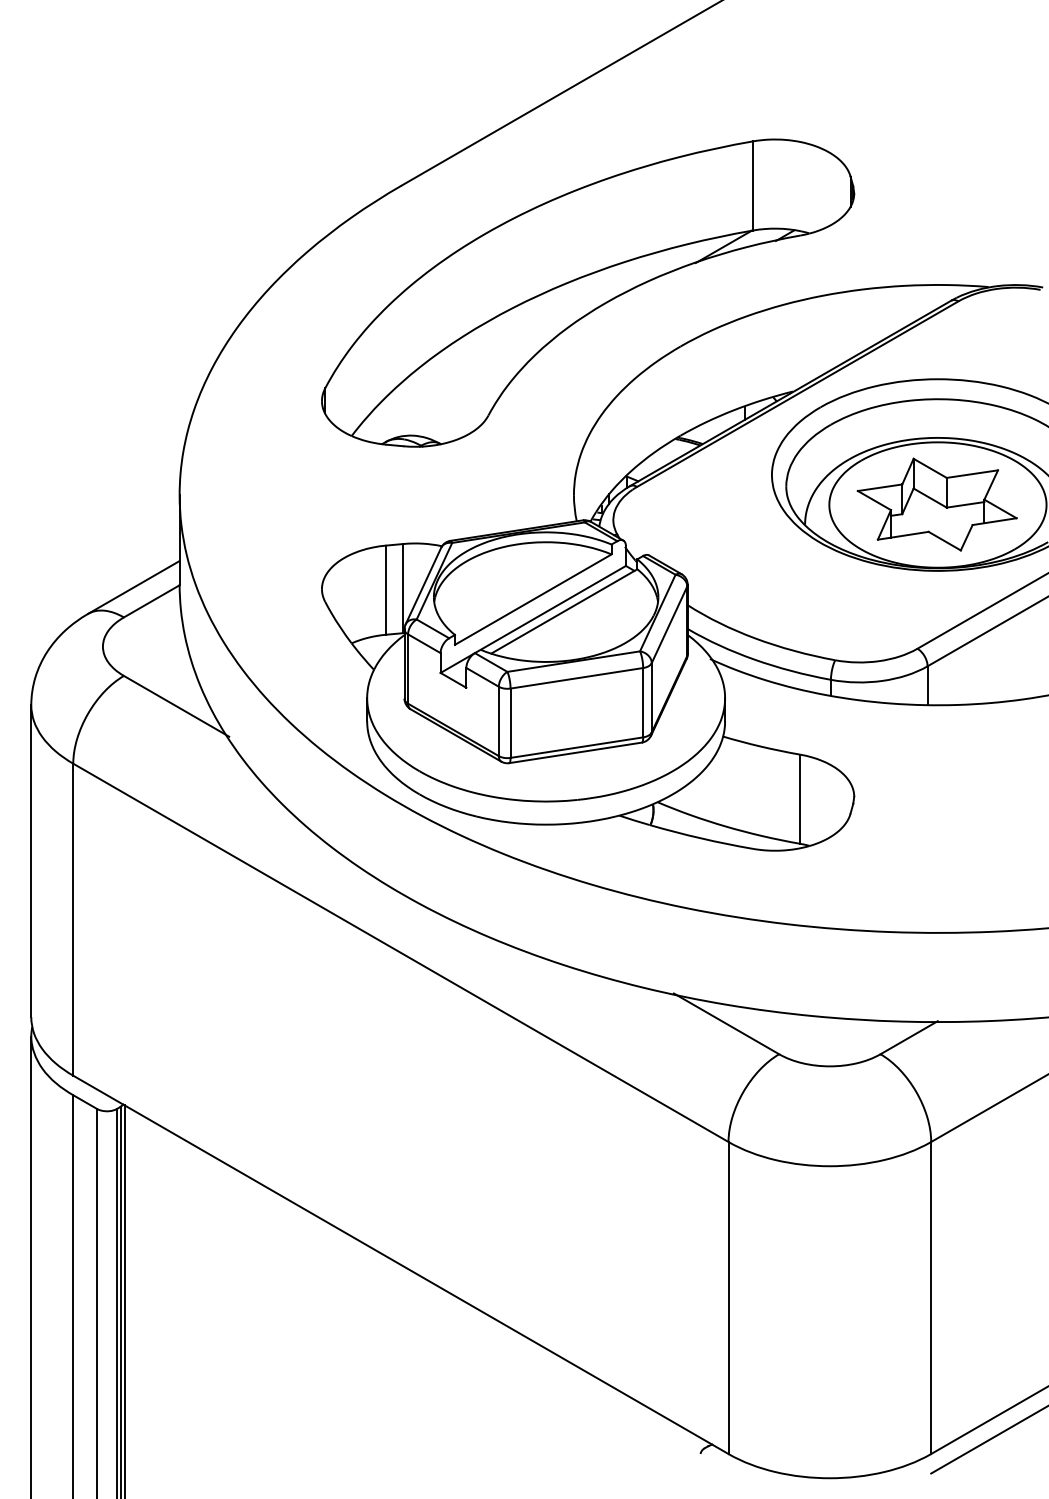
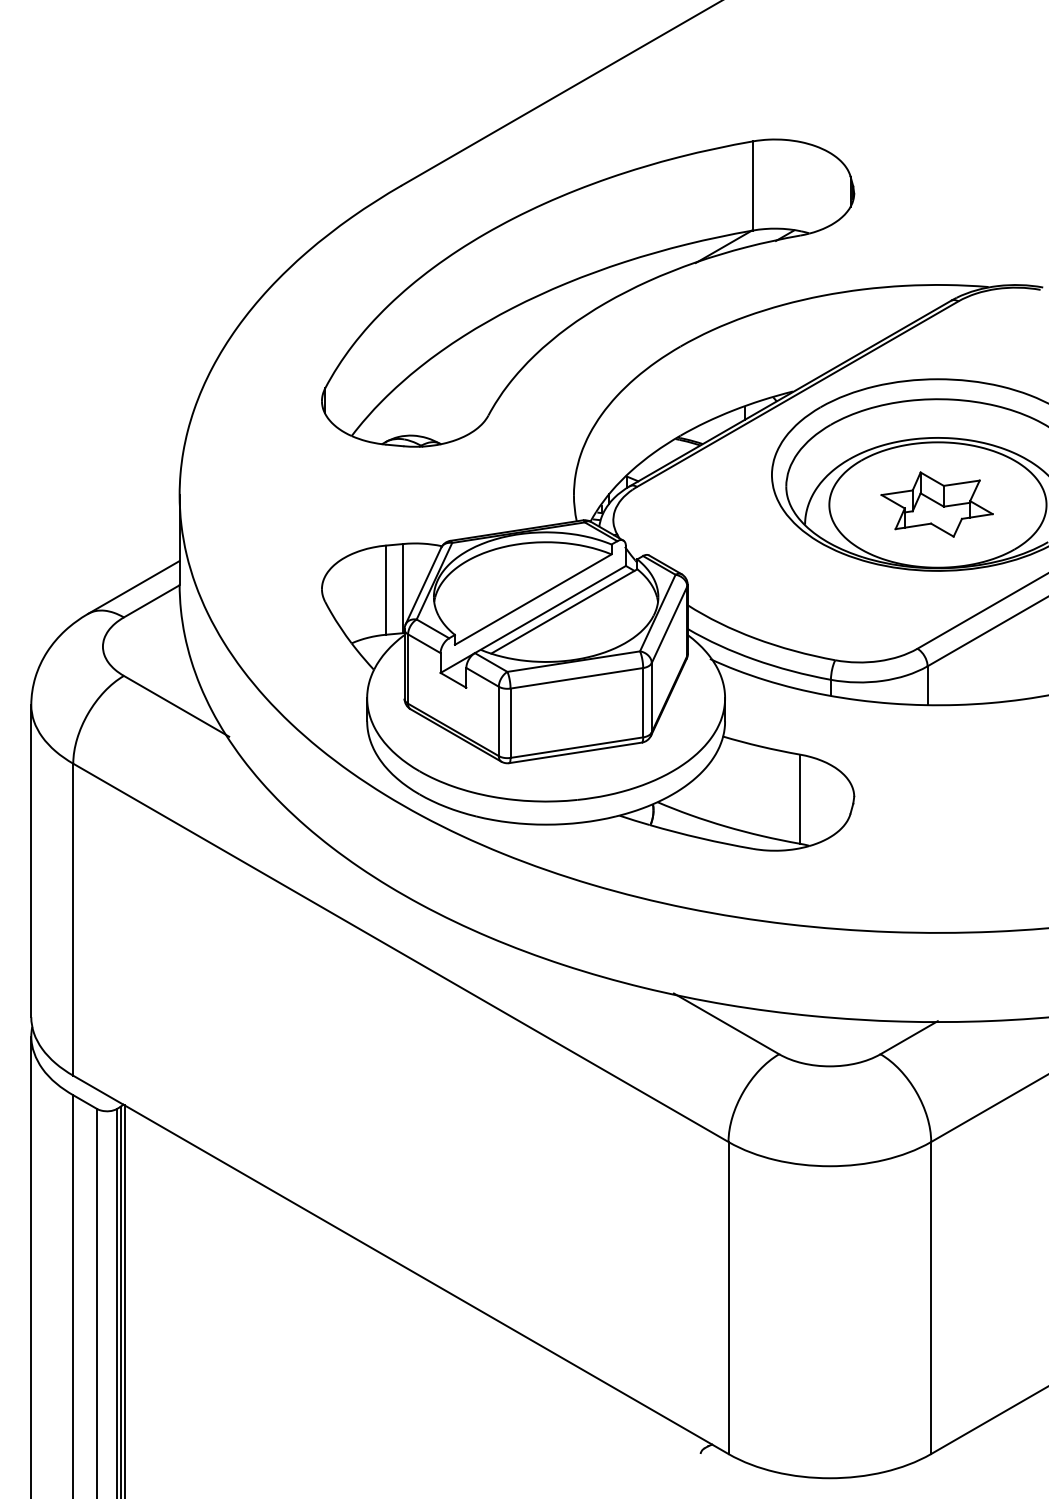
part at (936, 504) size: 162x95 px -> 114x67 px
line at (988, 1440): present -> none
